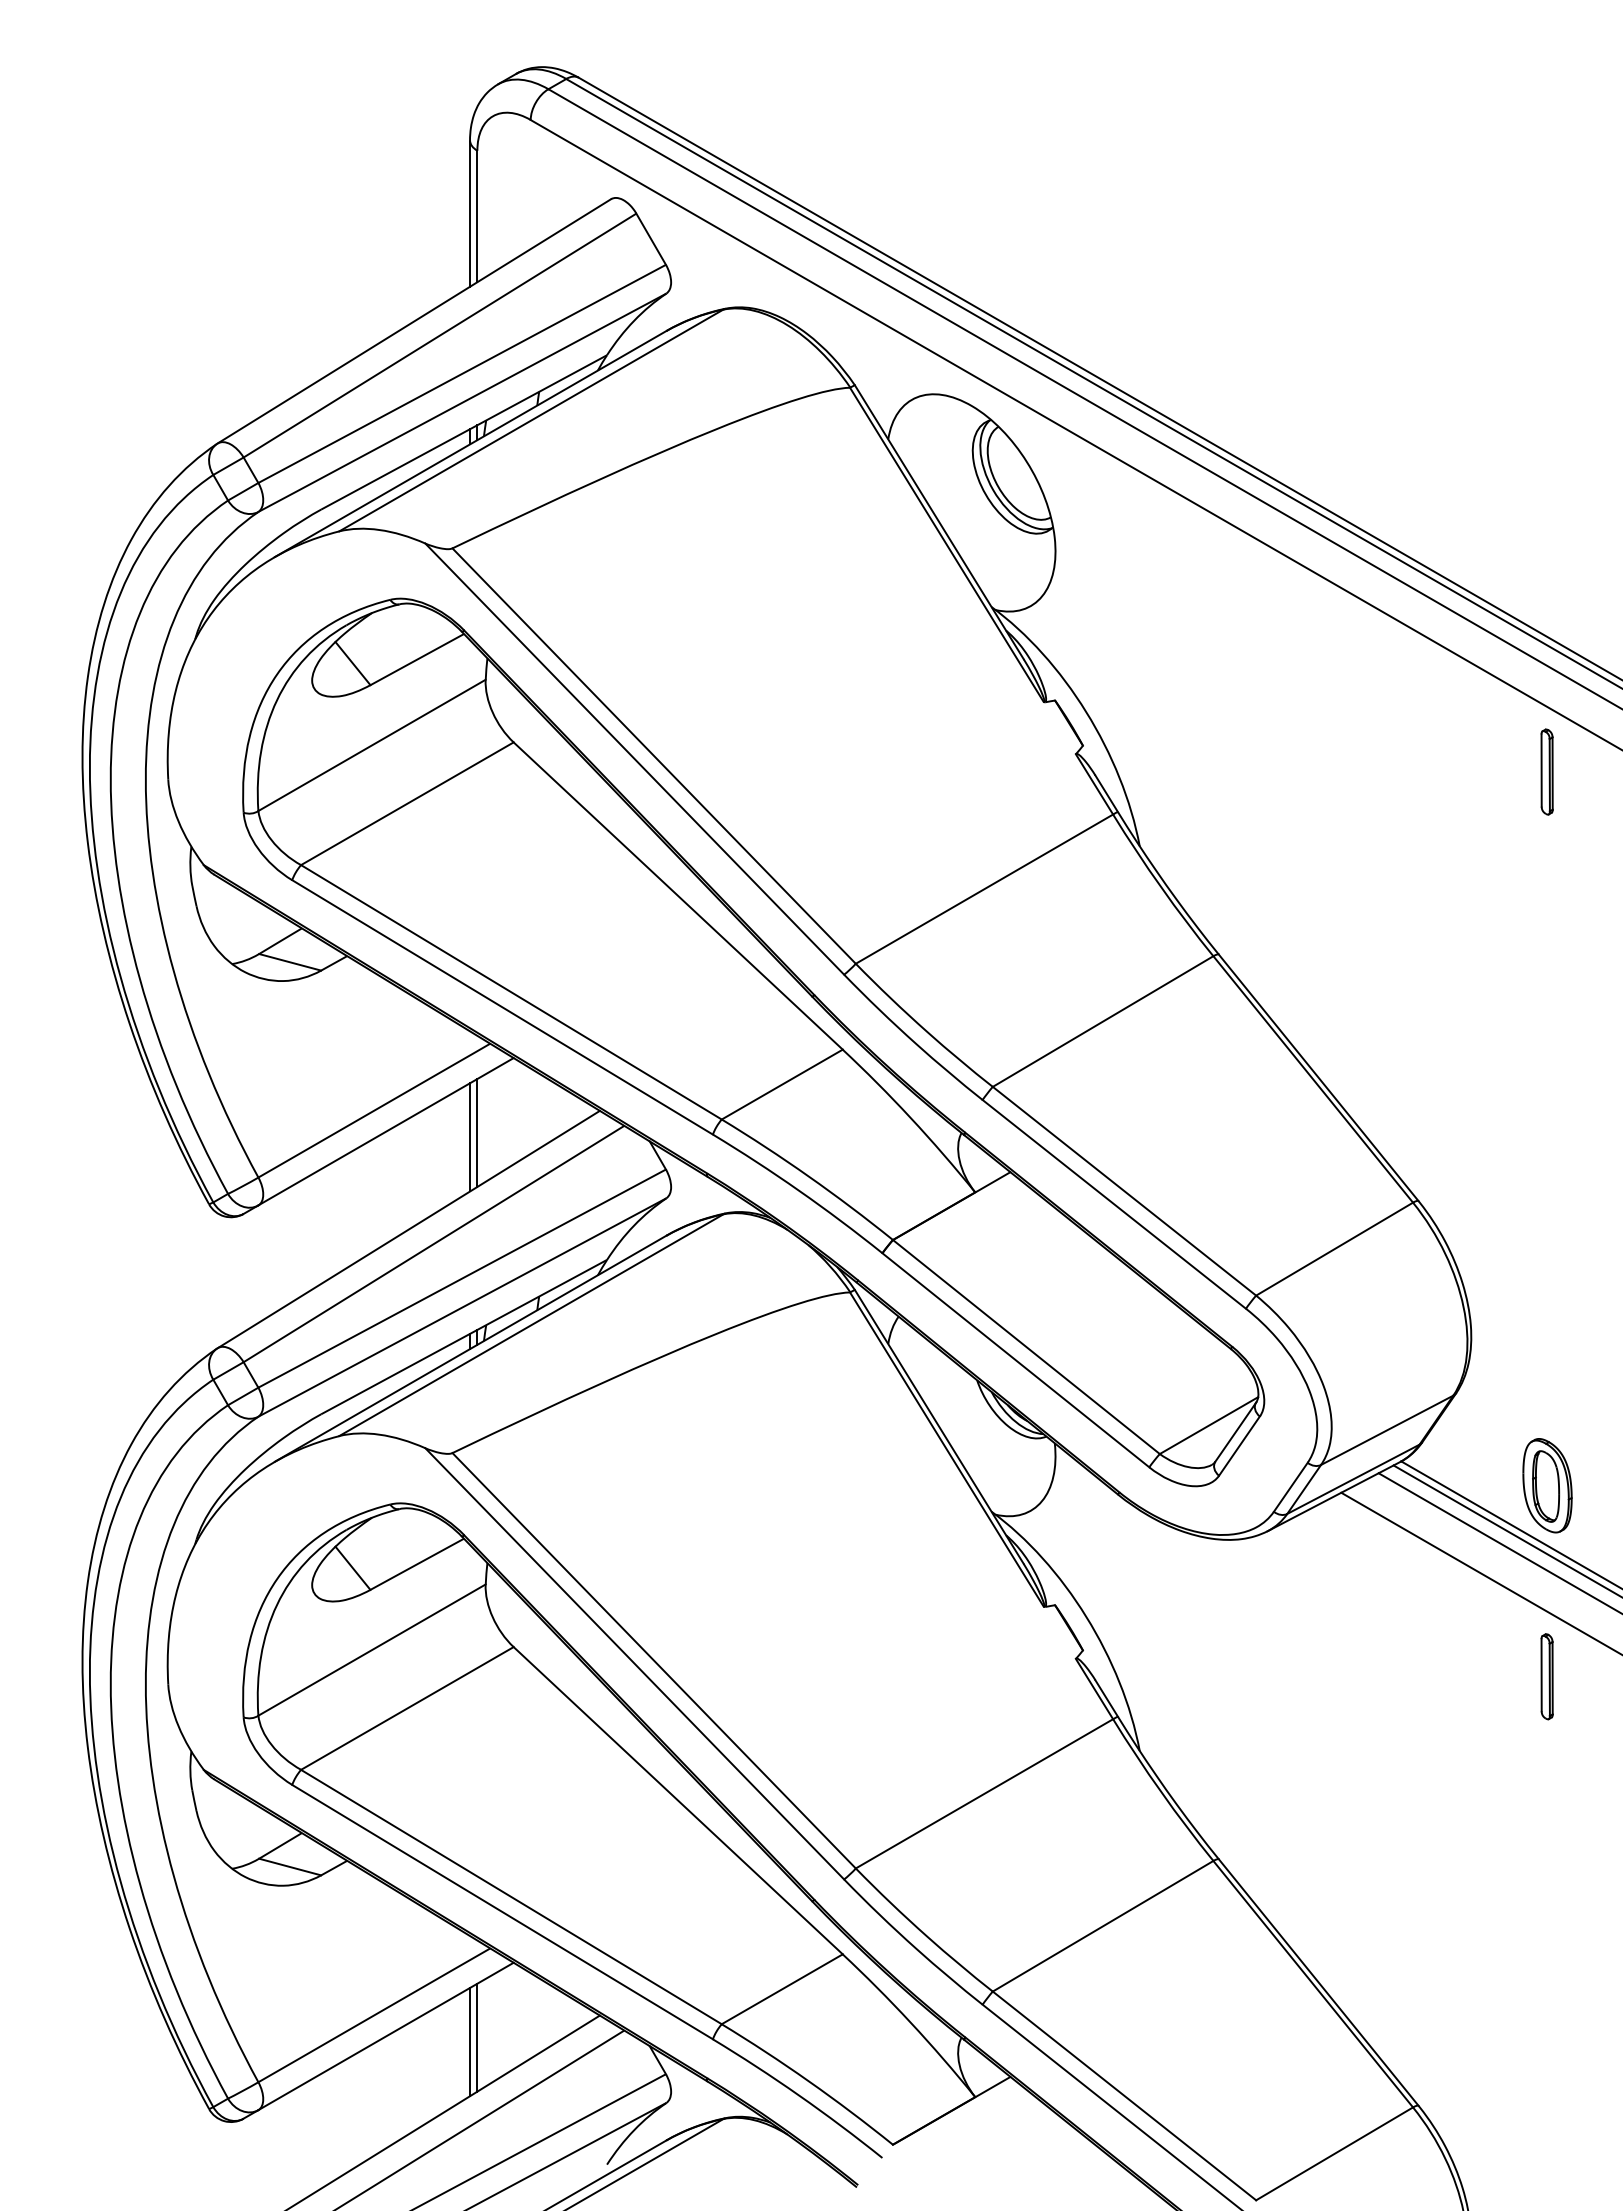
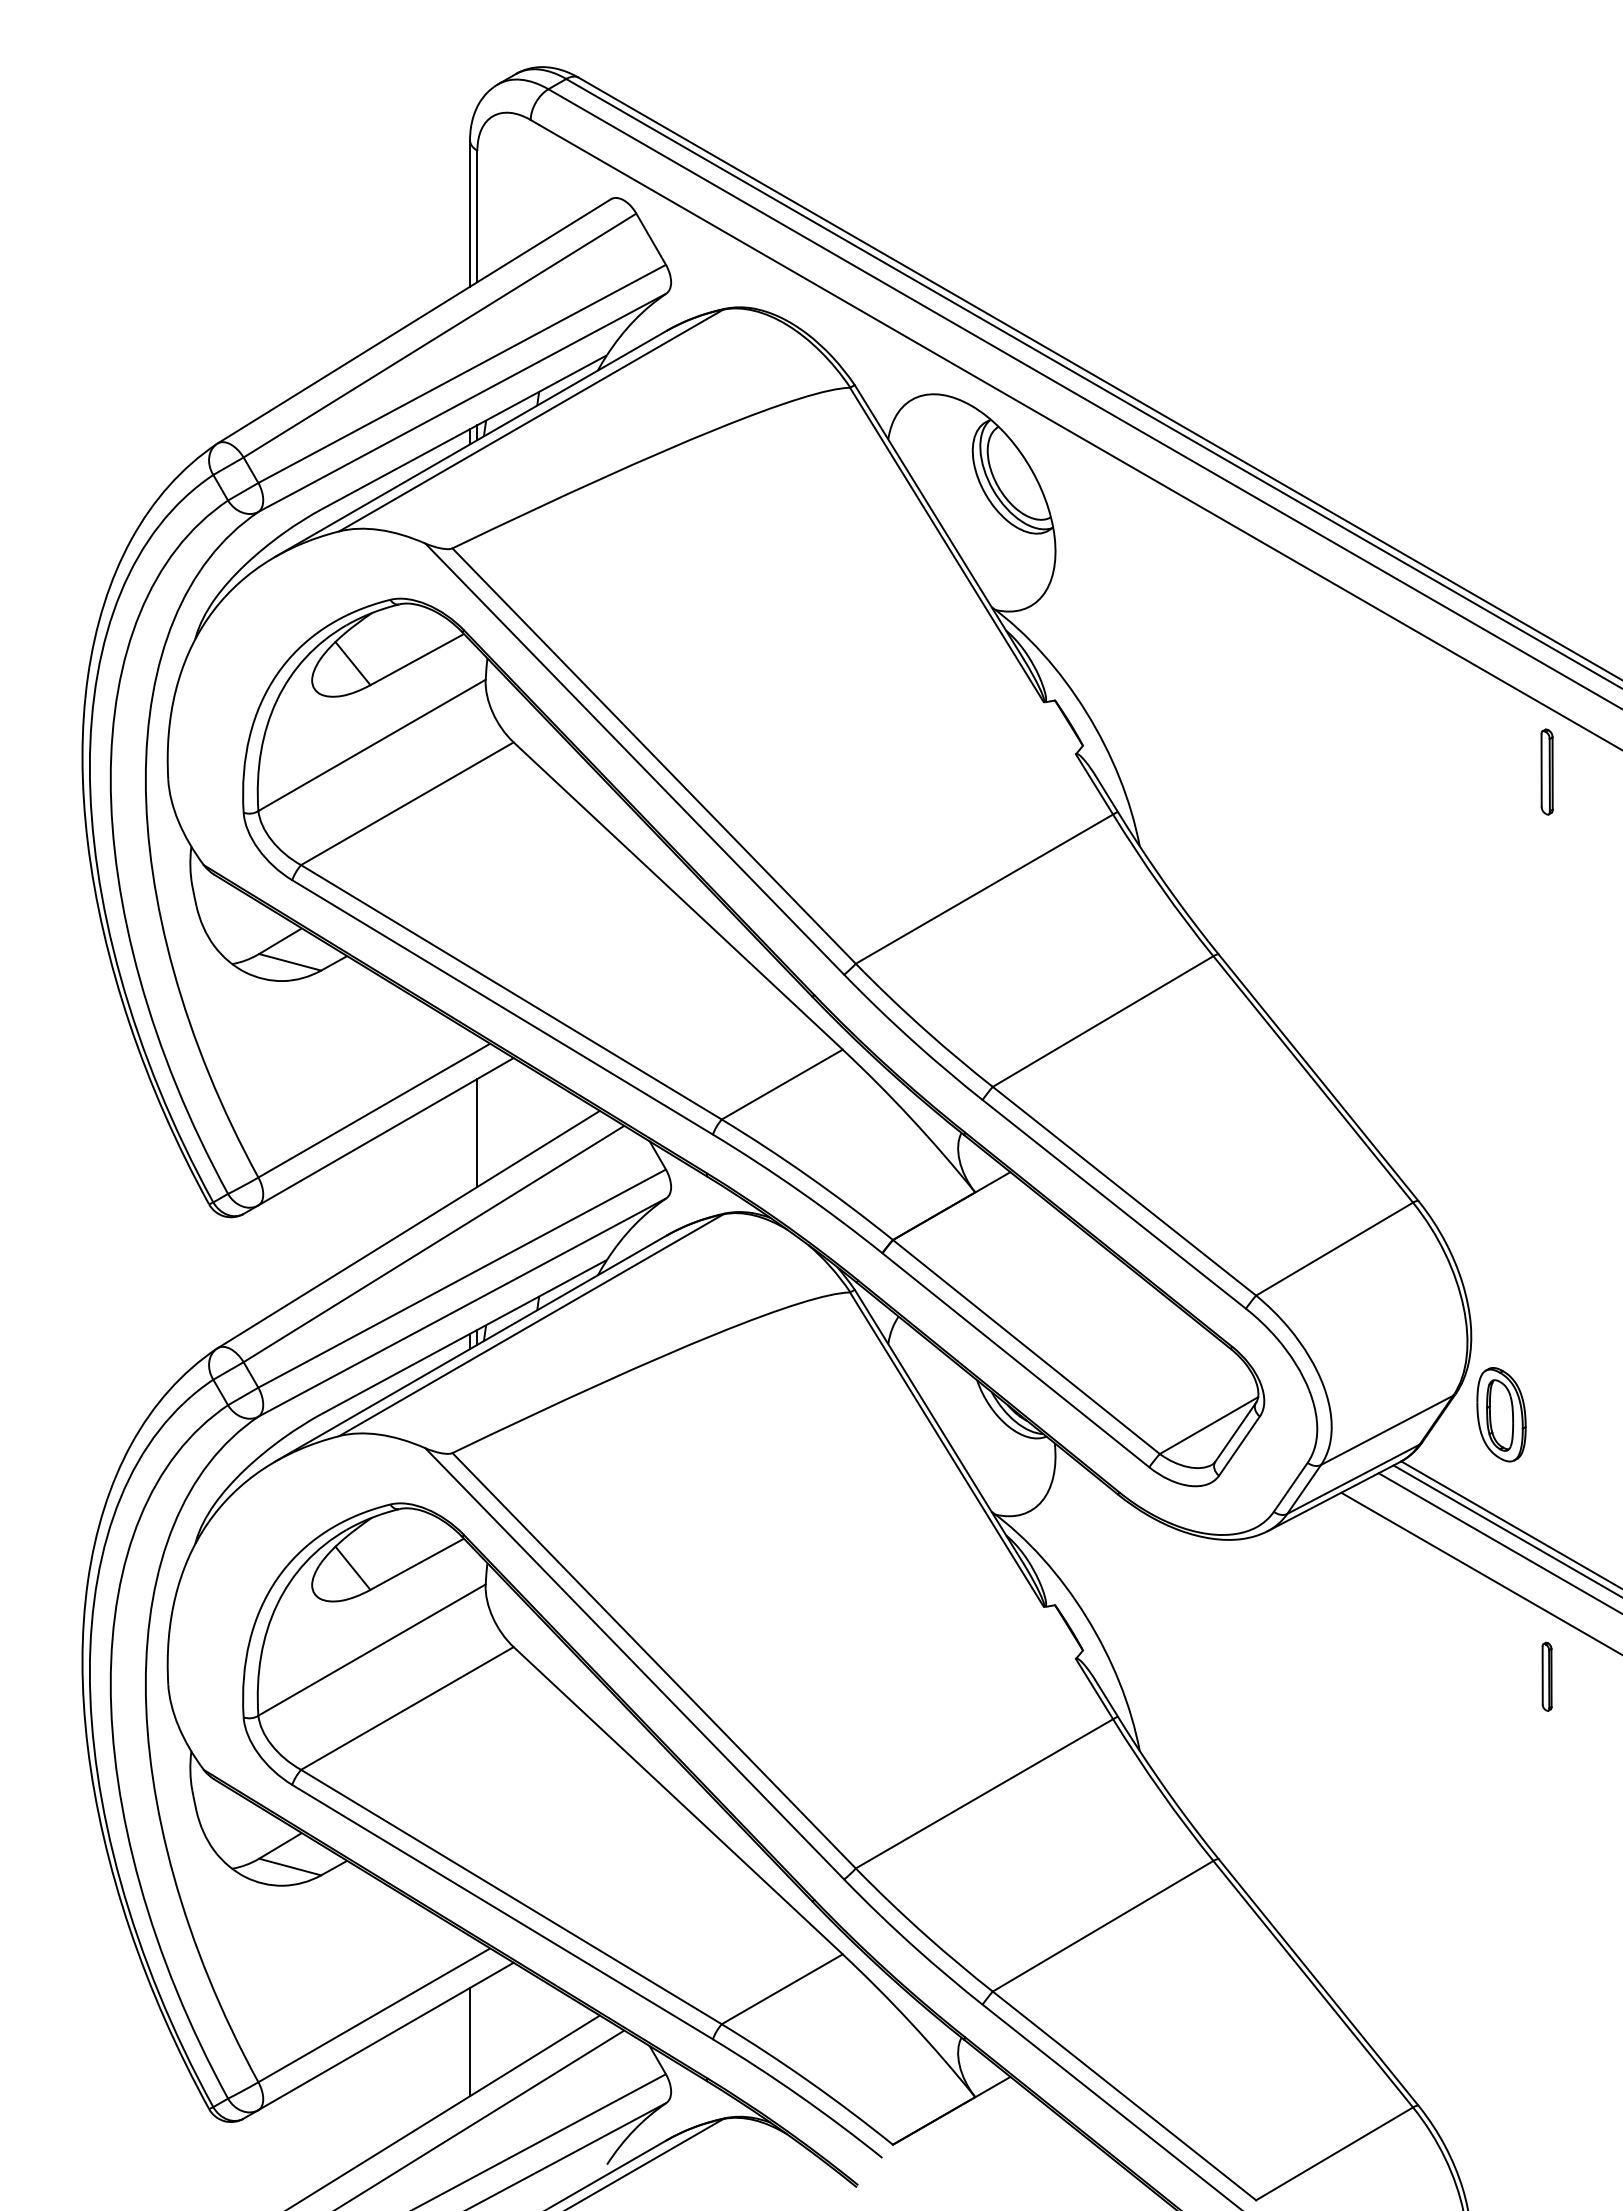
line at (470, 1137): present -> none
part at (1547, 1485) position: (1547, 1485) -> (1501, 1414)
part at (1546, 1676) size: 14x88 px -> 12x71 px
line at (477, 2037): present -> none
